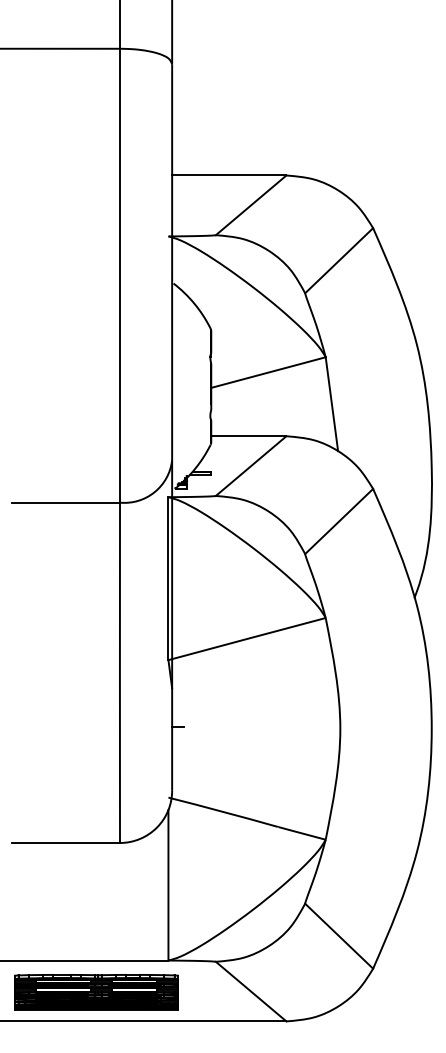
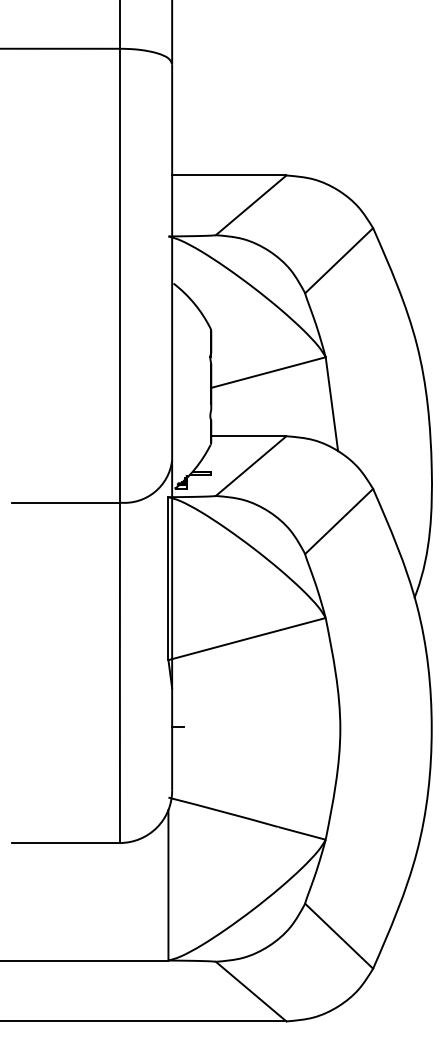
part at (96, 992): present -> none
